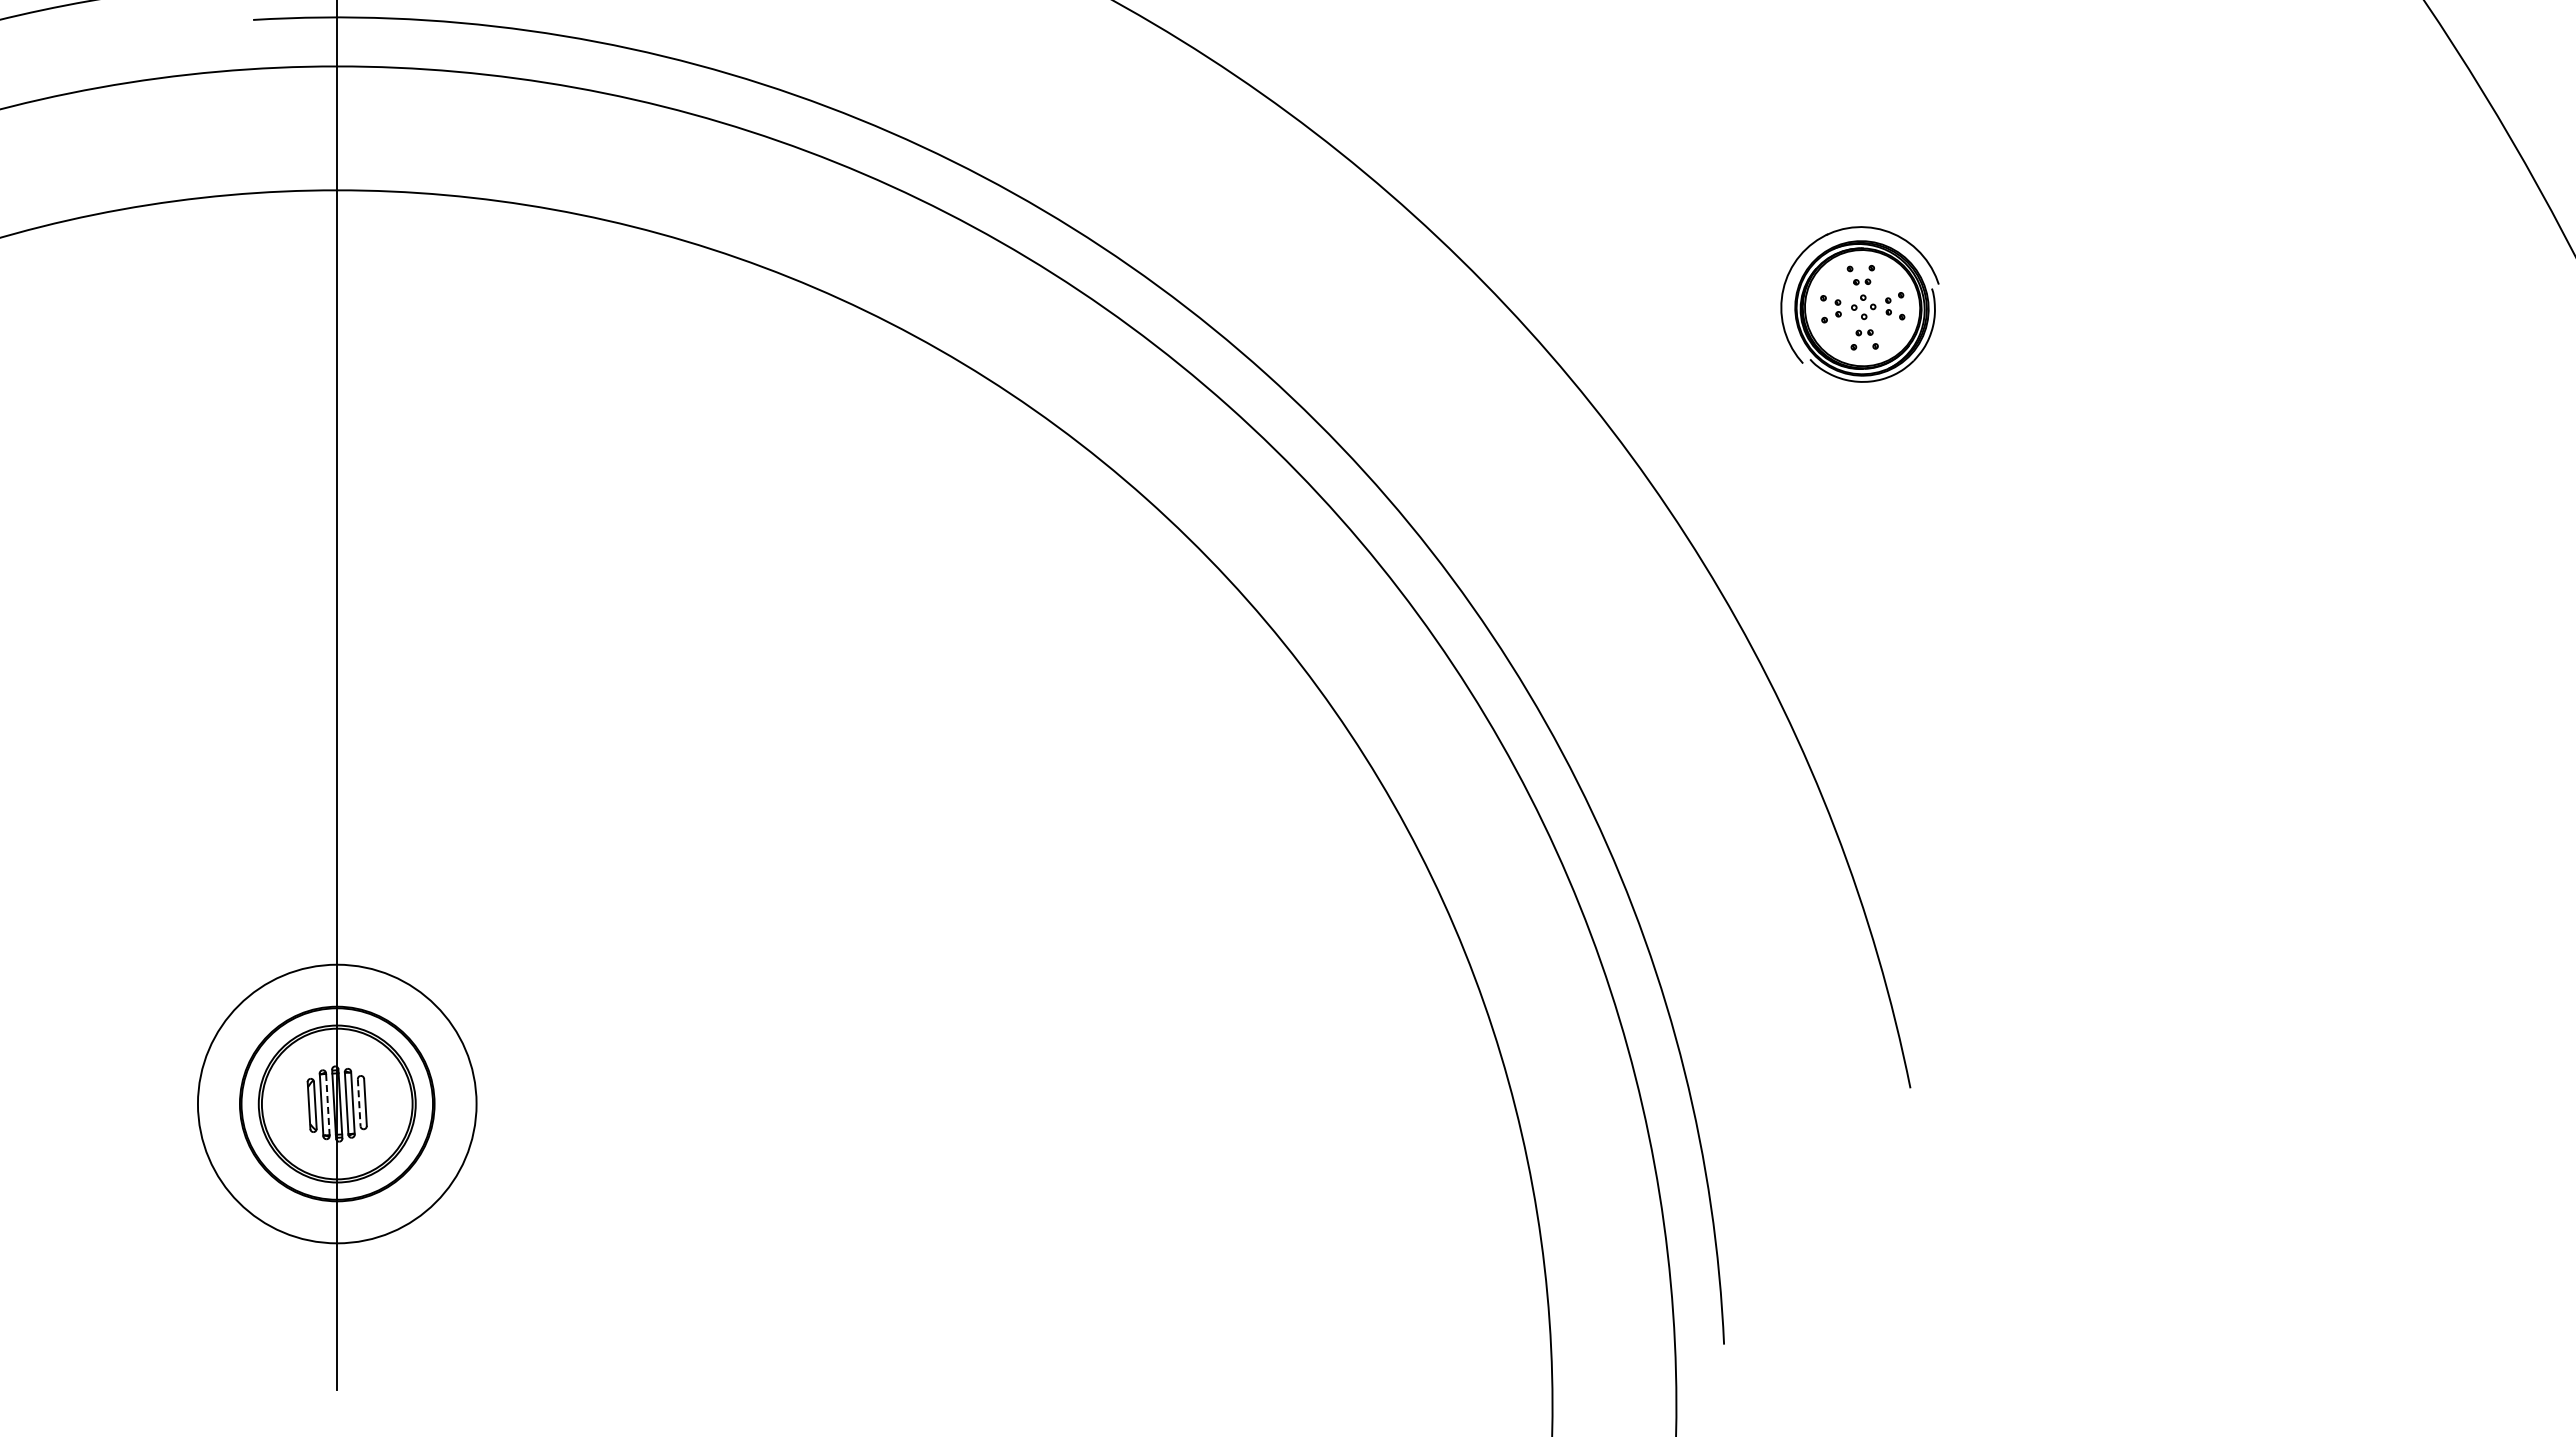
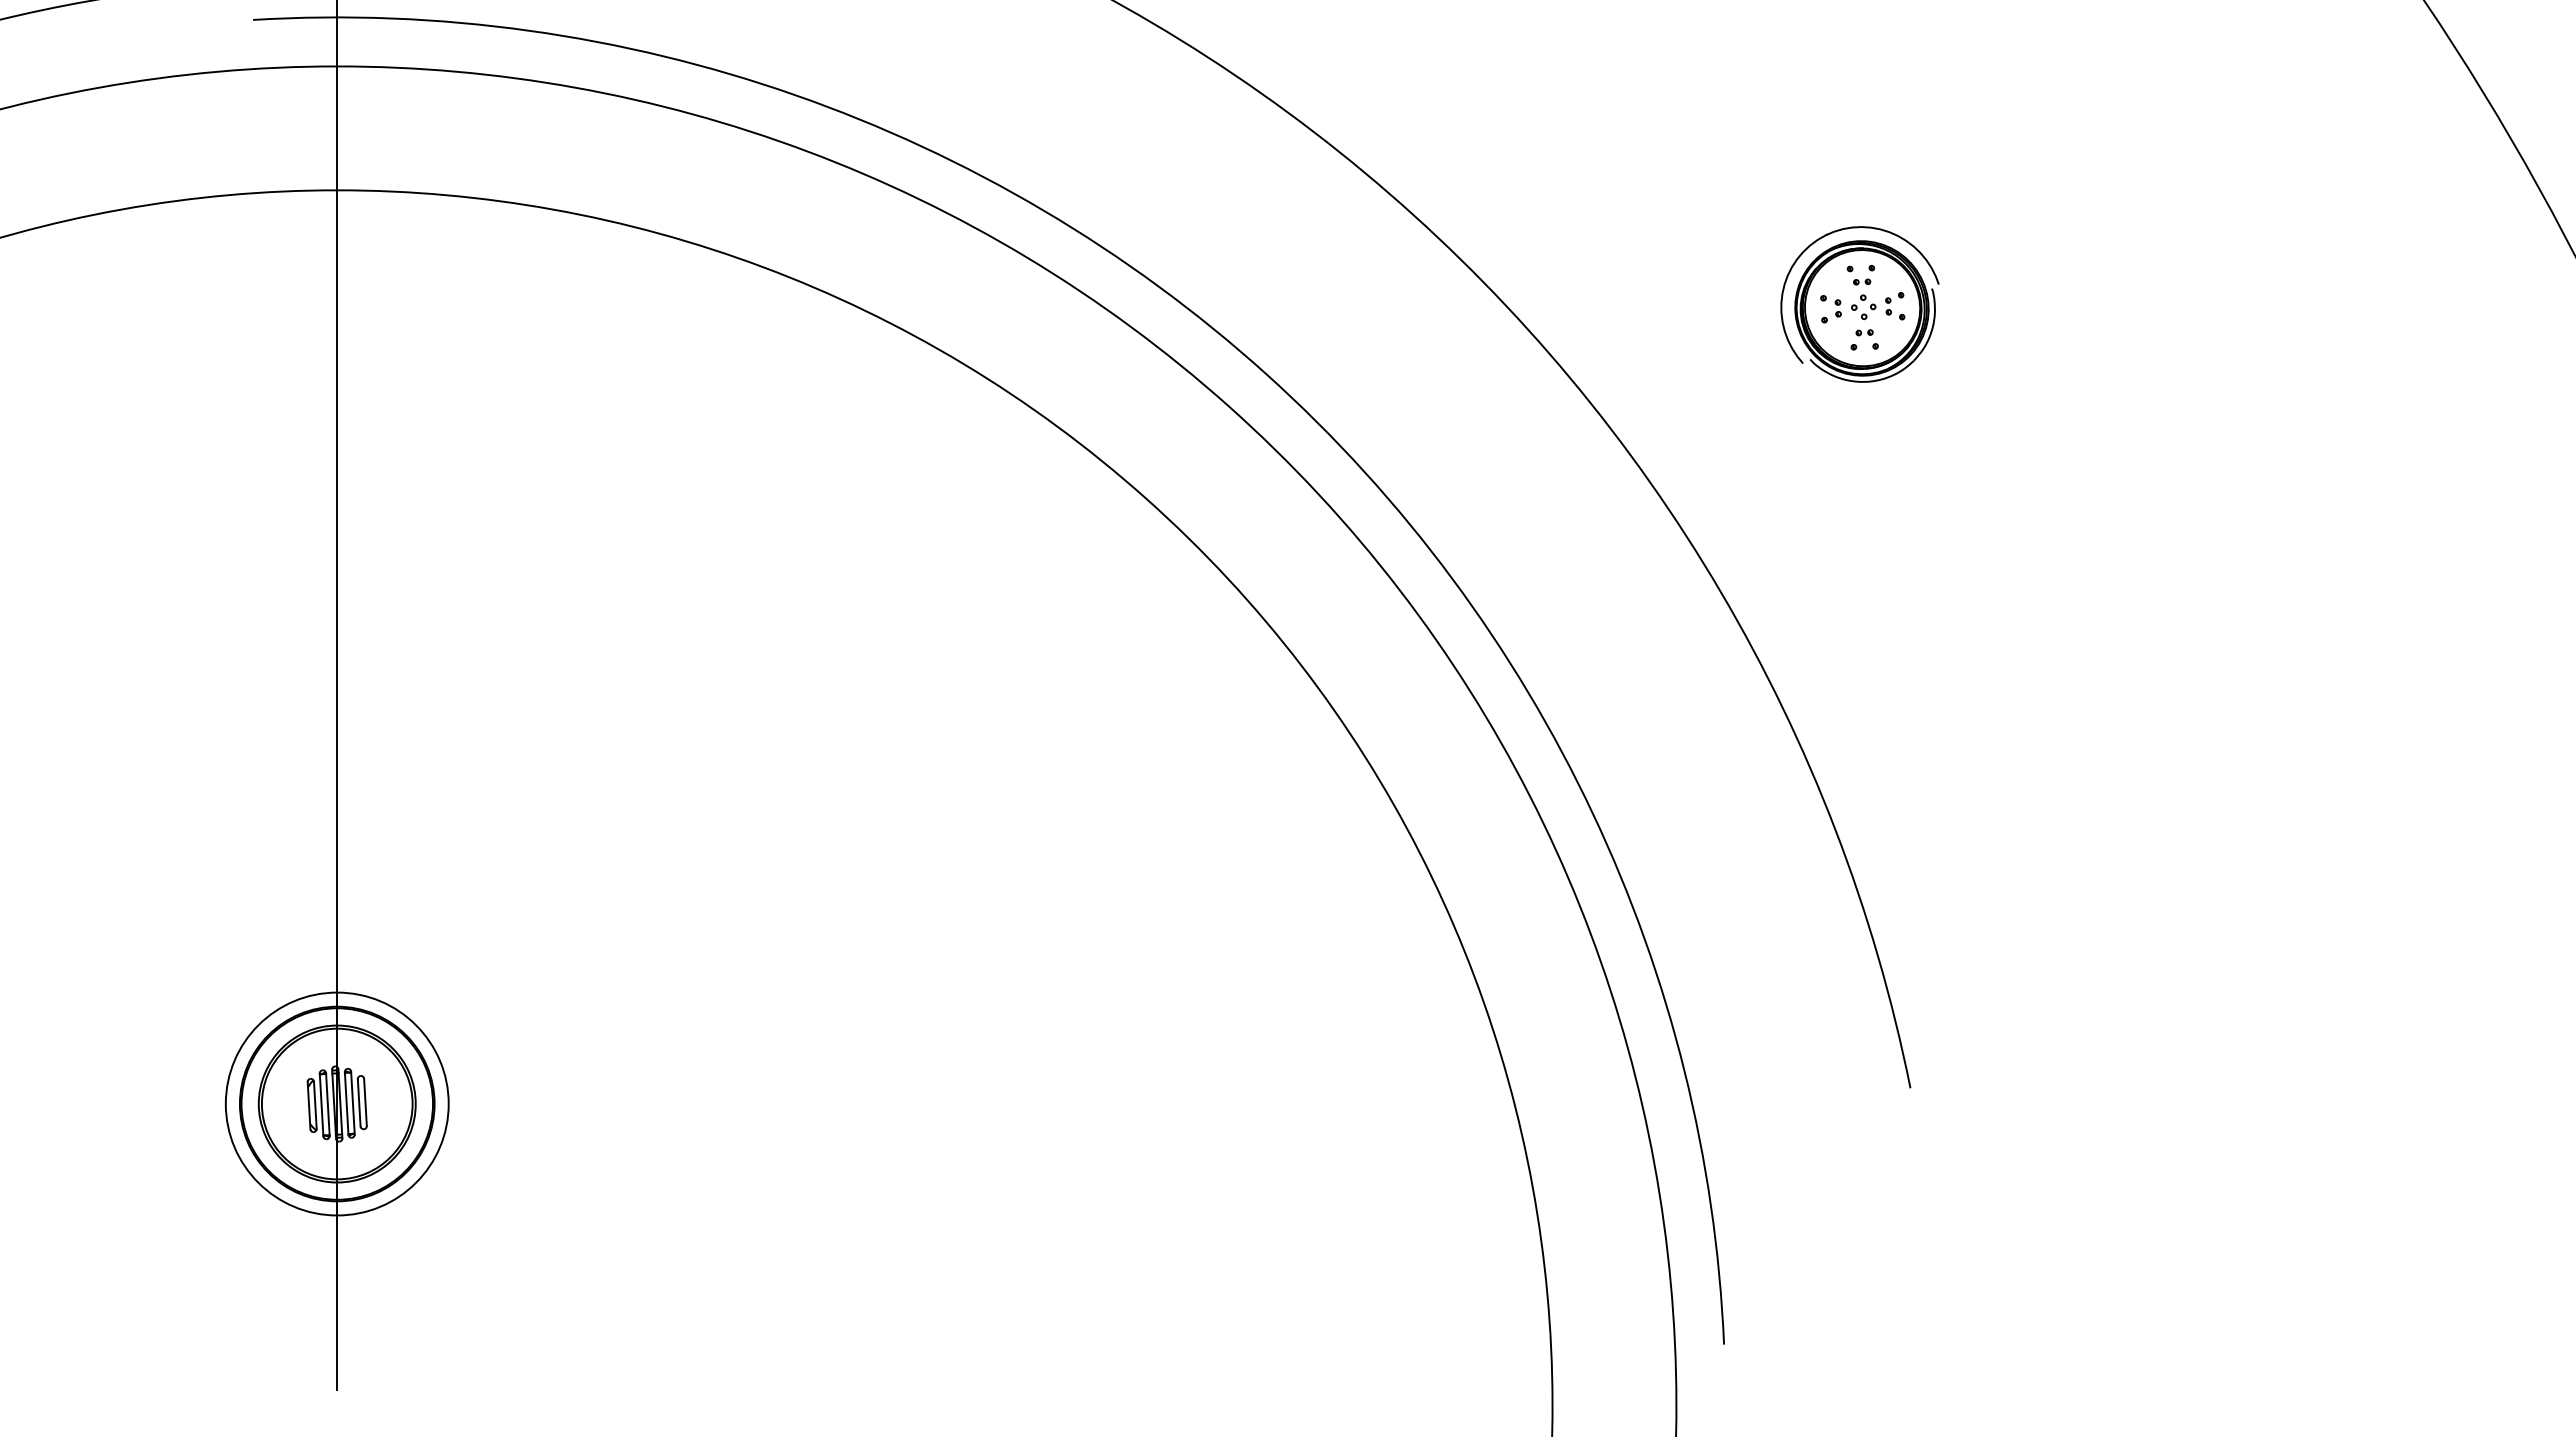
line at (359, 1102): dashed -> solid
circle at (336, 1103) diameter: 279 px -> 223 px
line at (327, 1104): dashed -> solid
